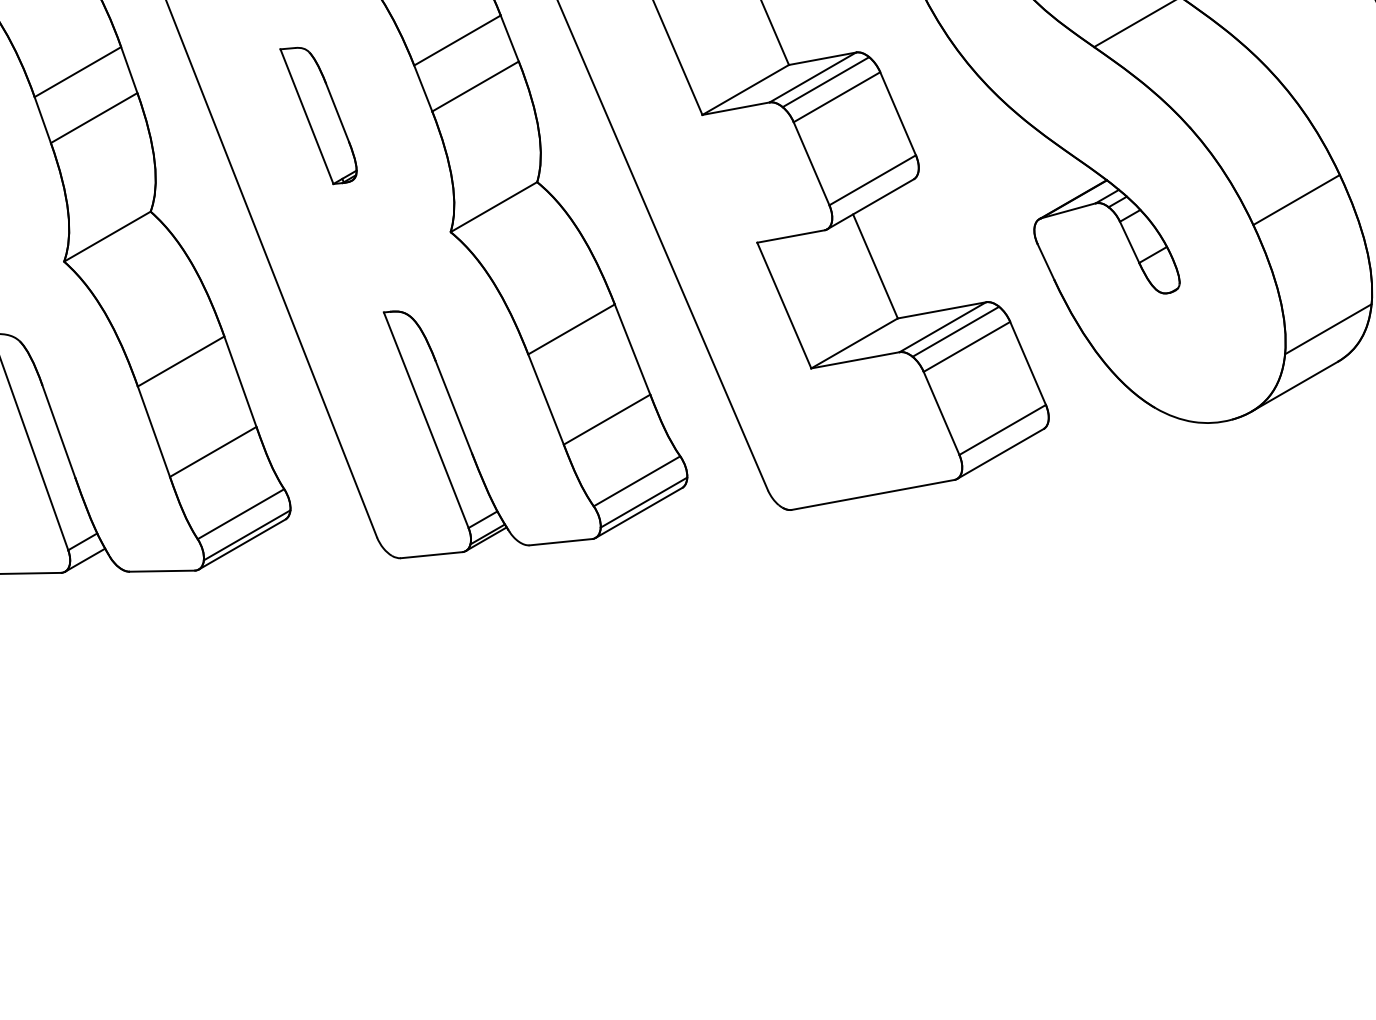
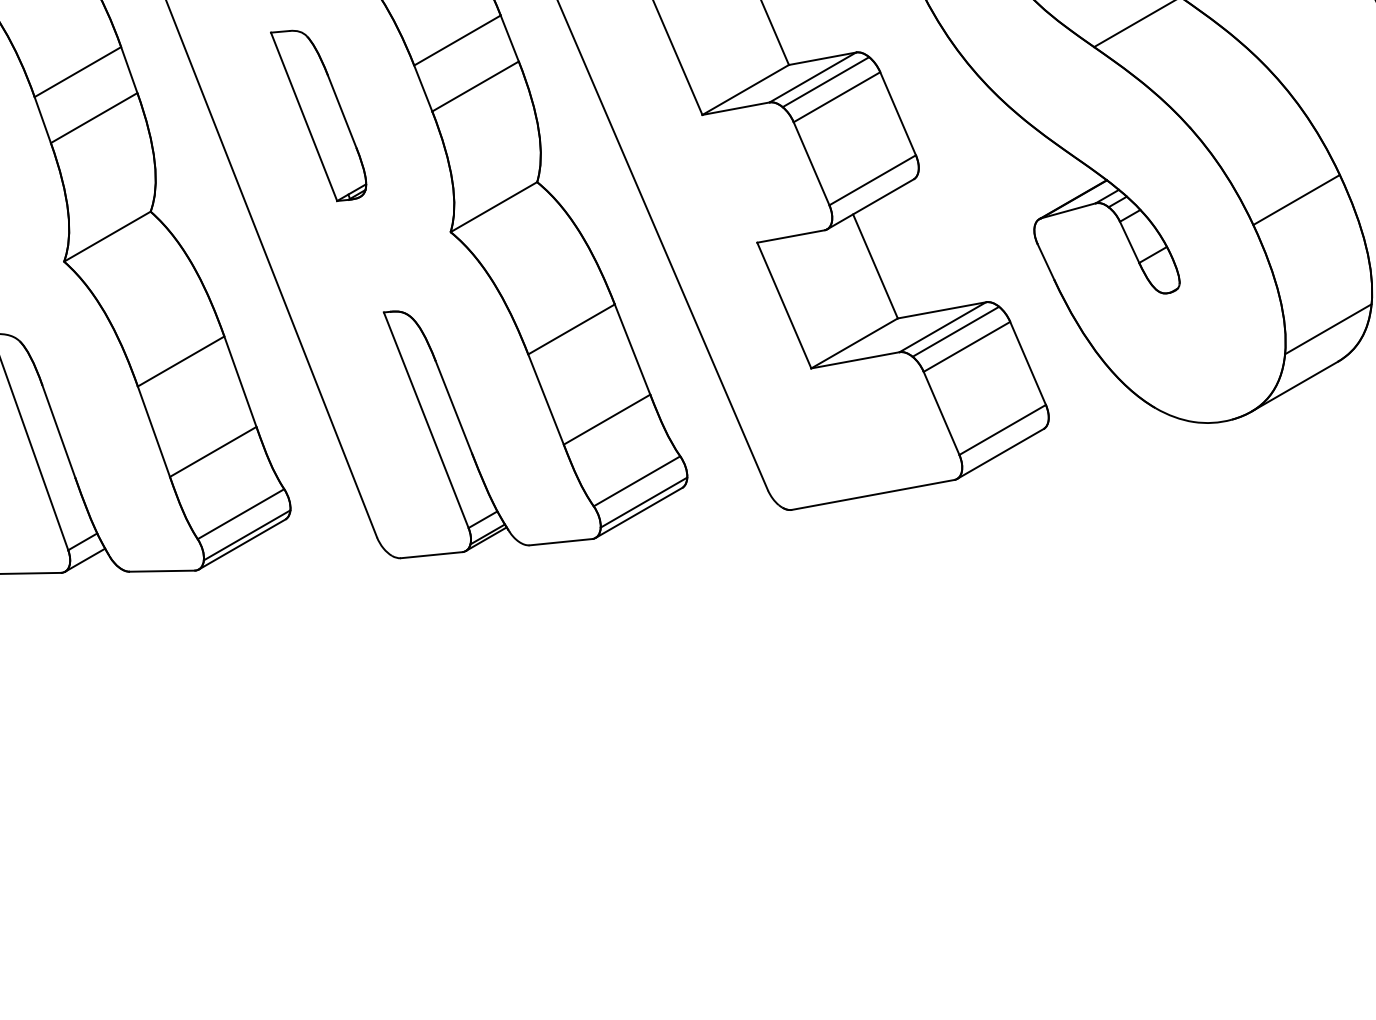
part at (318, 115) size: 79x140 px -> 98x174 px
